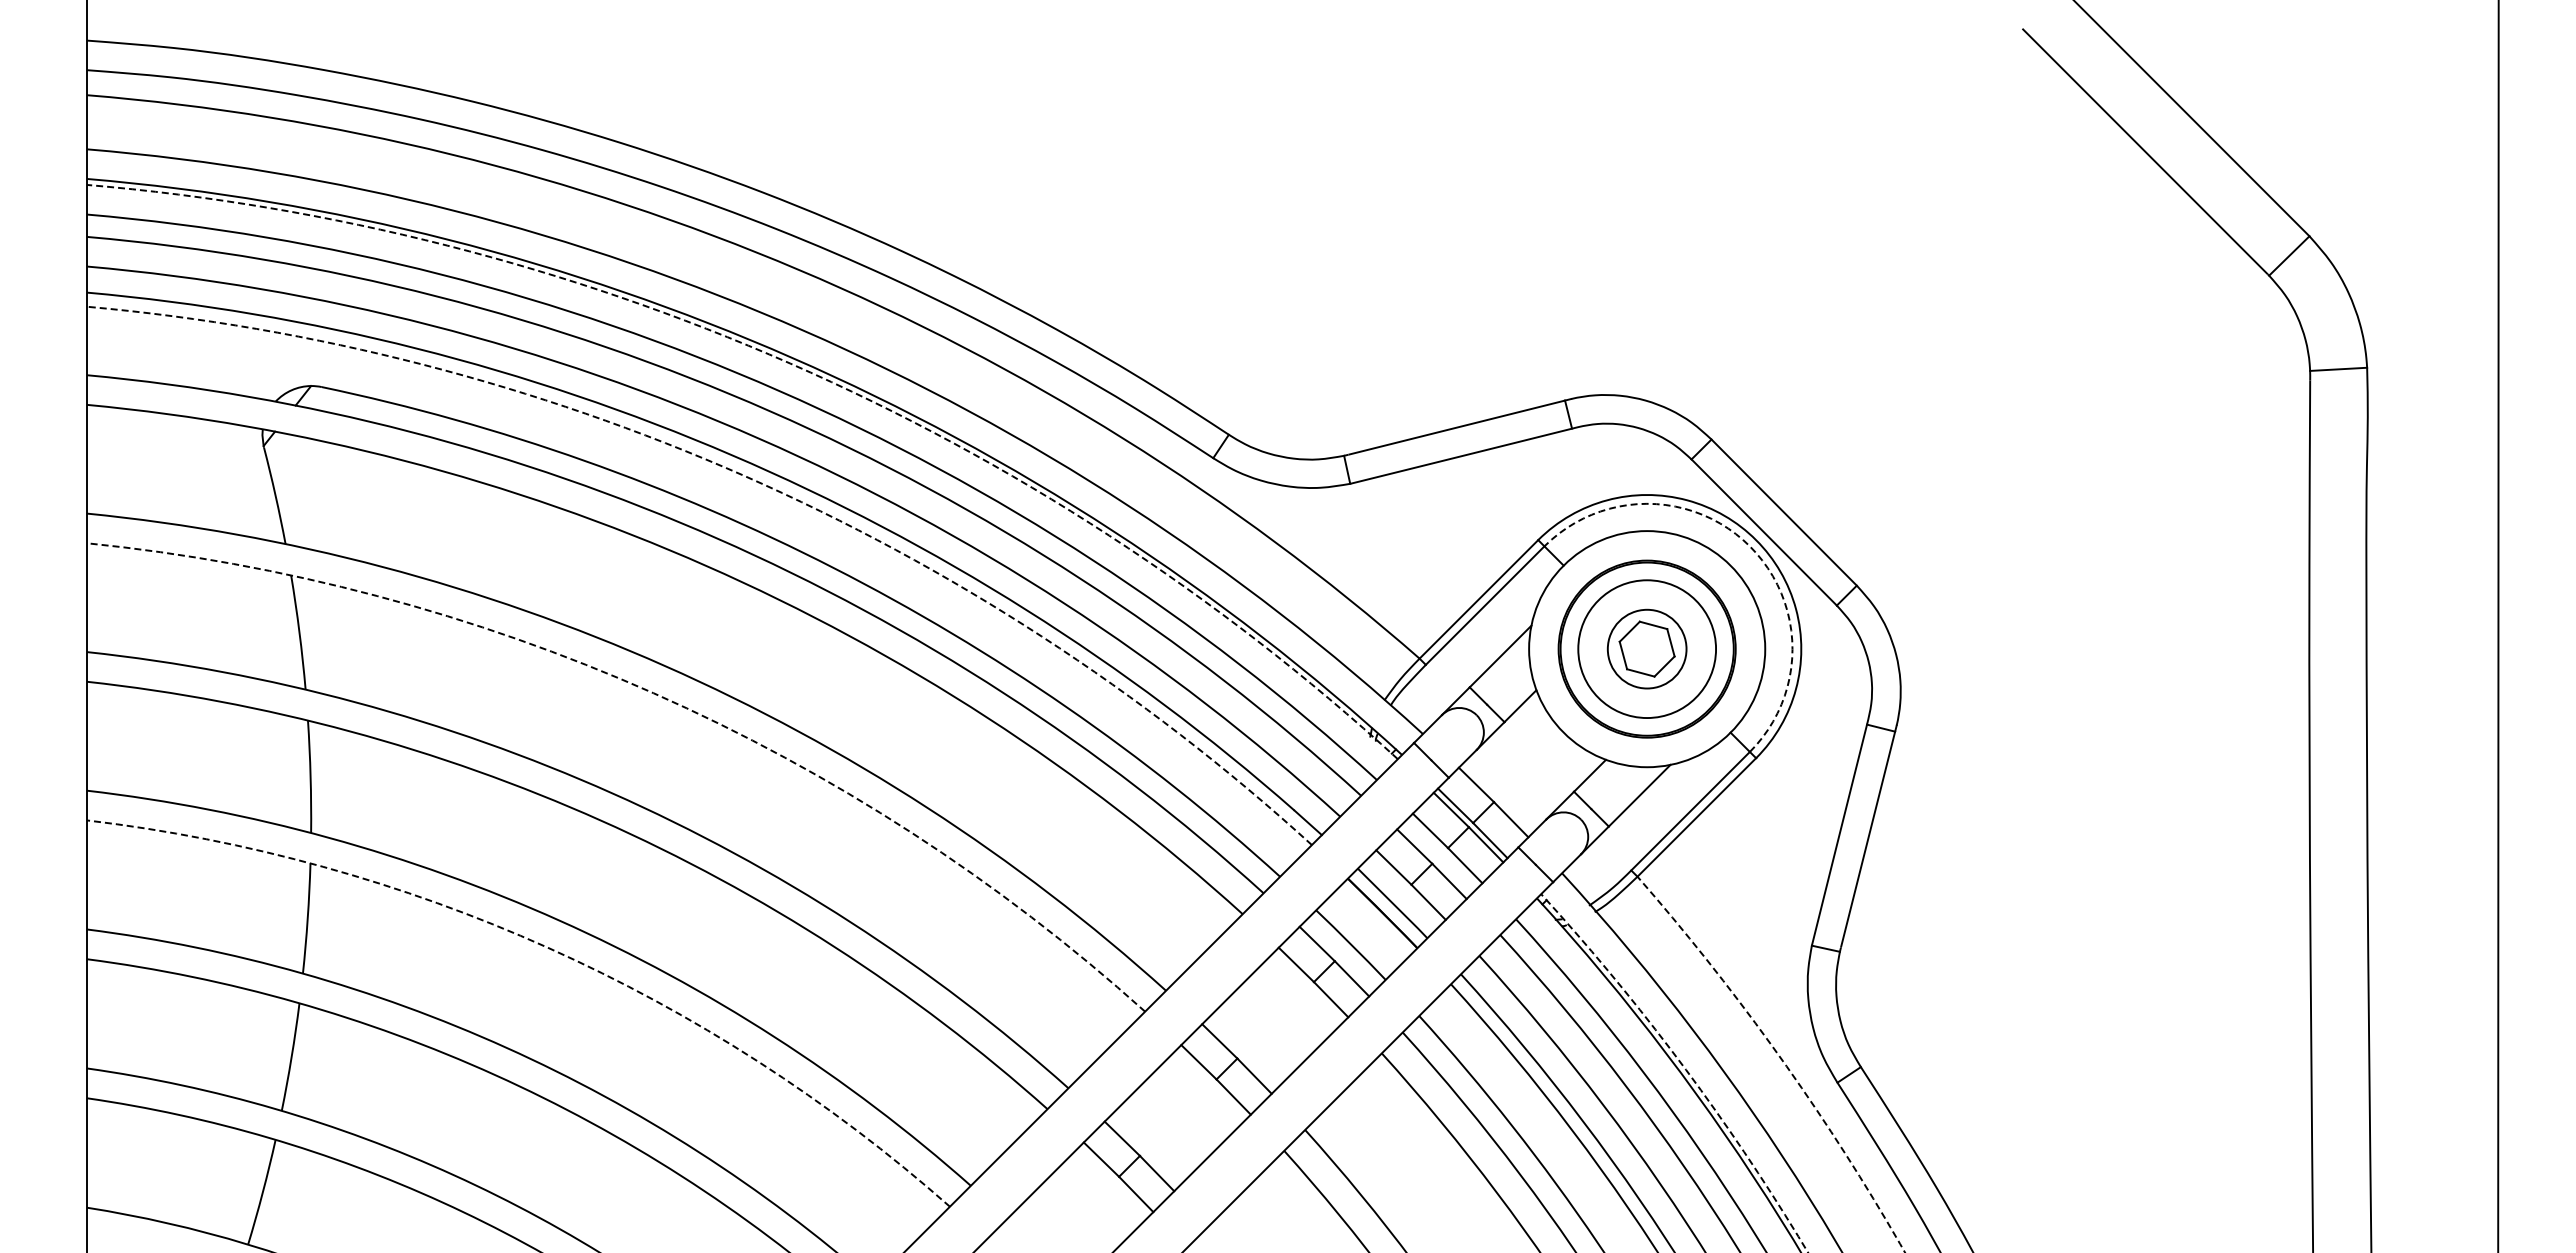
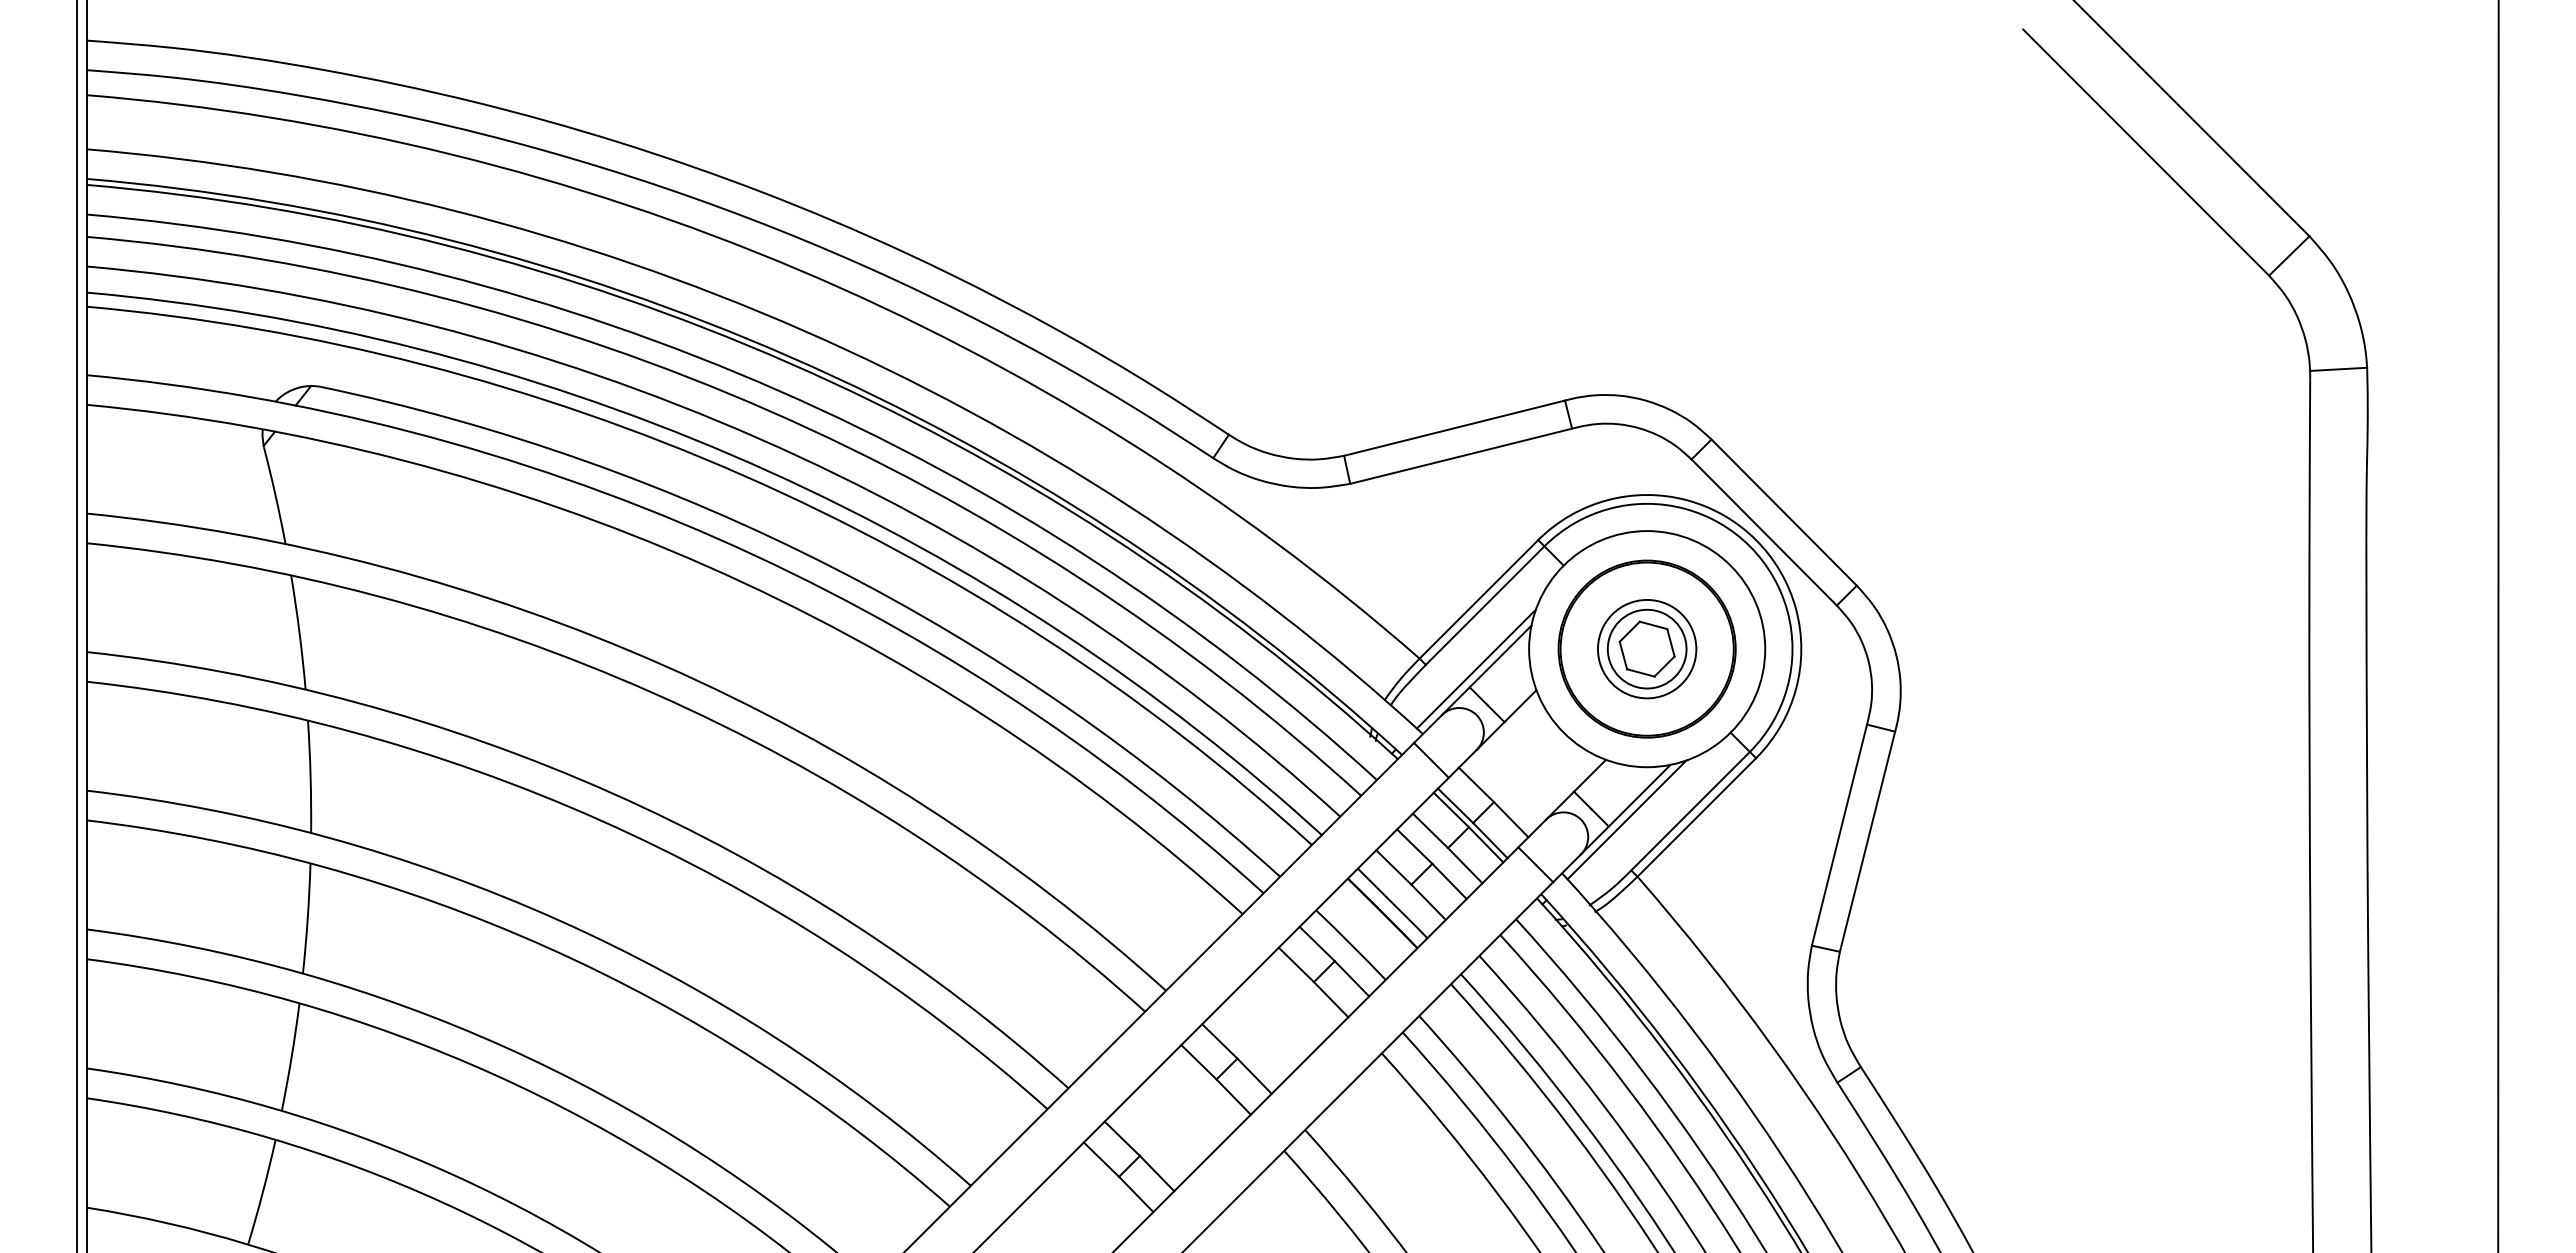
arc at (790, 363): dashed -> solid
arc at (743, 475): dashed -> solid
arc at (1749, 546): dashed -> solid
line at (77, 625): none -> present
circle at (1647, 649) diameter: 138 px -> 98 px
line at (1475, 668): none -> present
arc at (653, 693): dashed -> solid
line at (1626, 819): none -> present
arc at (548, 947): dashed -> solid
arc at (1781, 1059): dashed -> solid
arc at (1684, 1067): dashed -> solid
